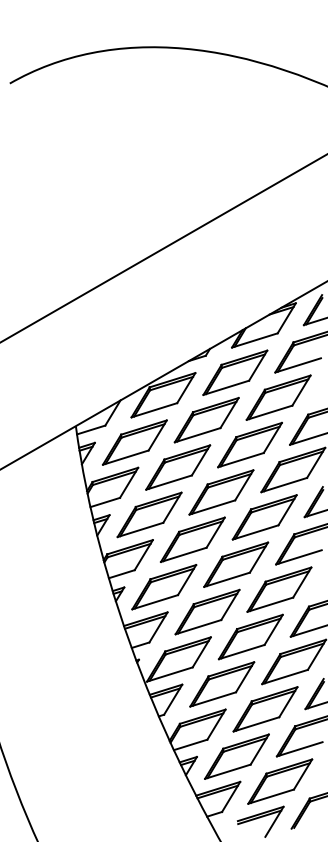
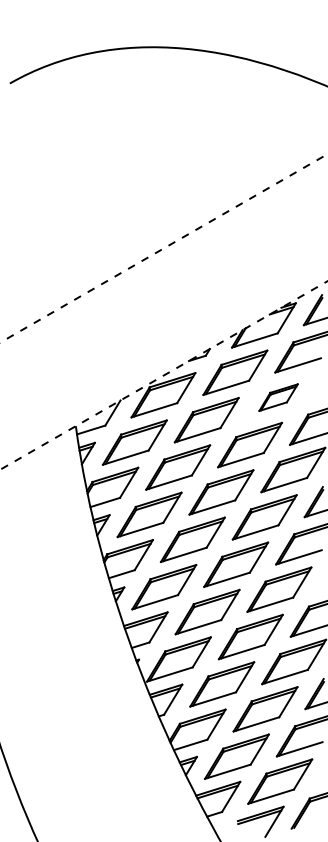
line at (163, 248): solid -> dashed
line at (164, 375): solid -> dashed
part at (278, 397) size: 67x47 px -> 41x29 px
